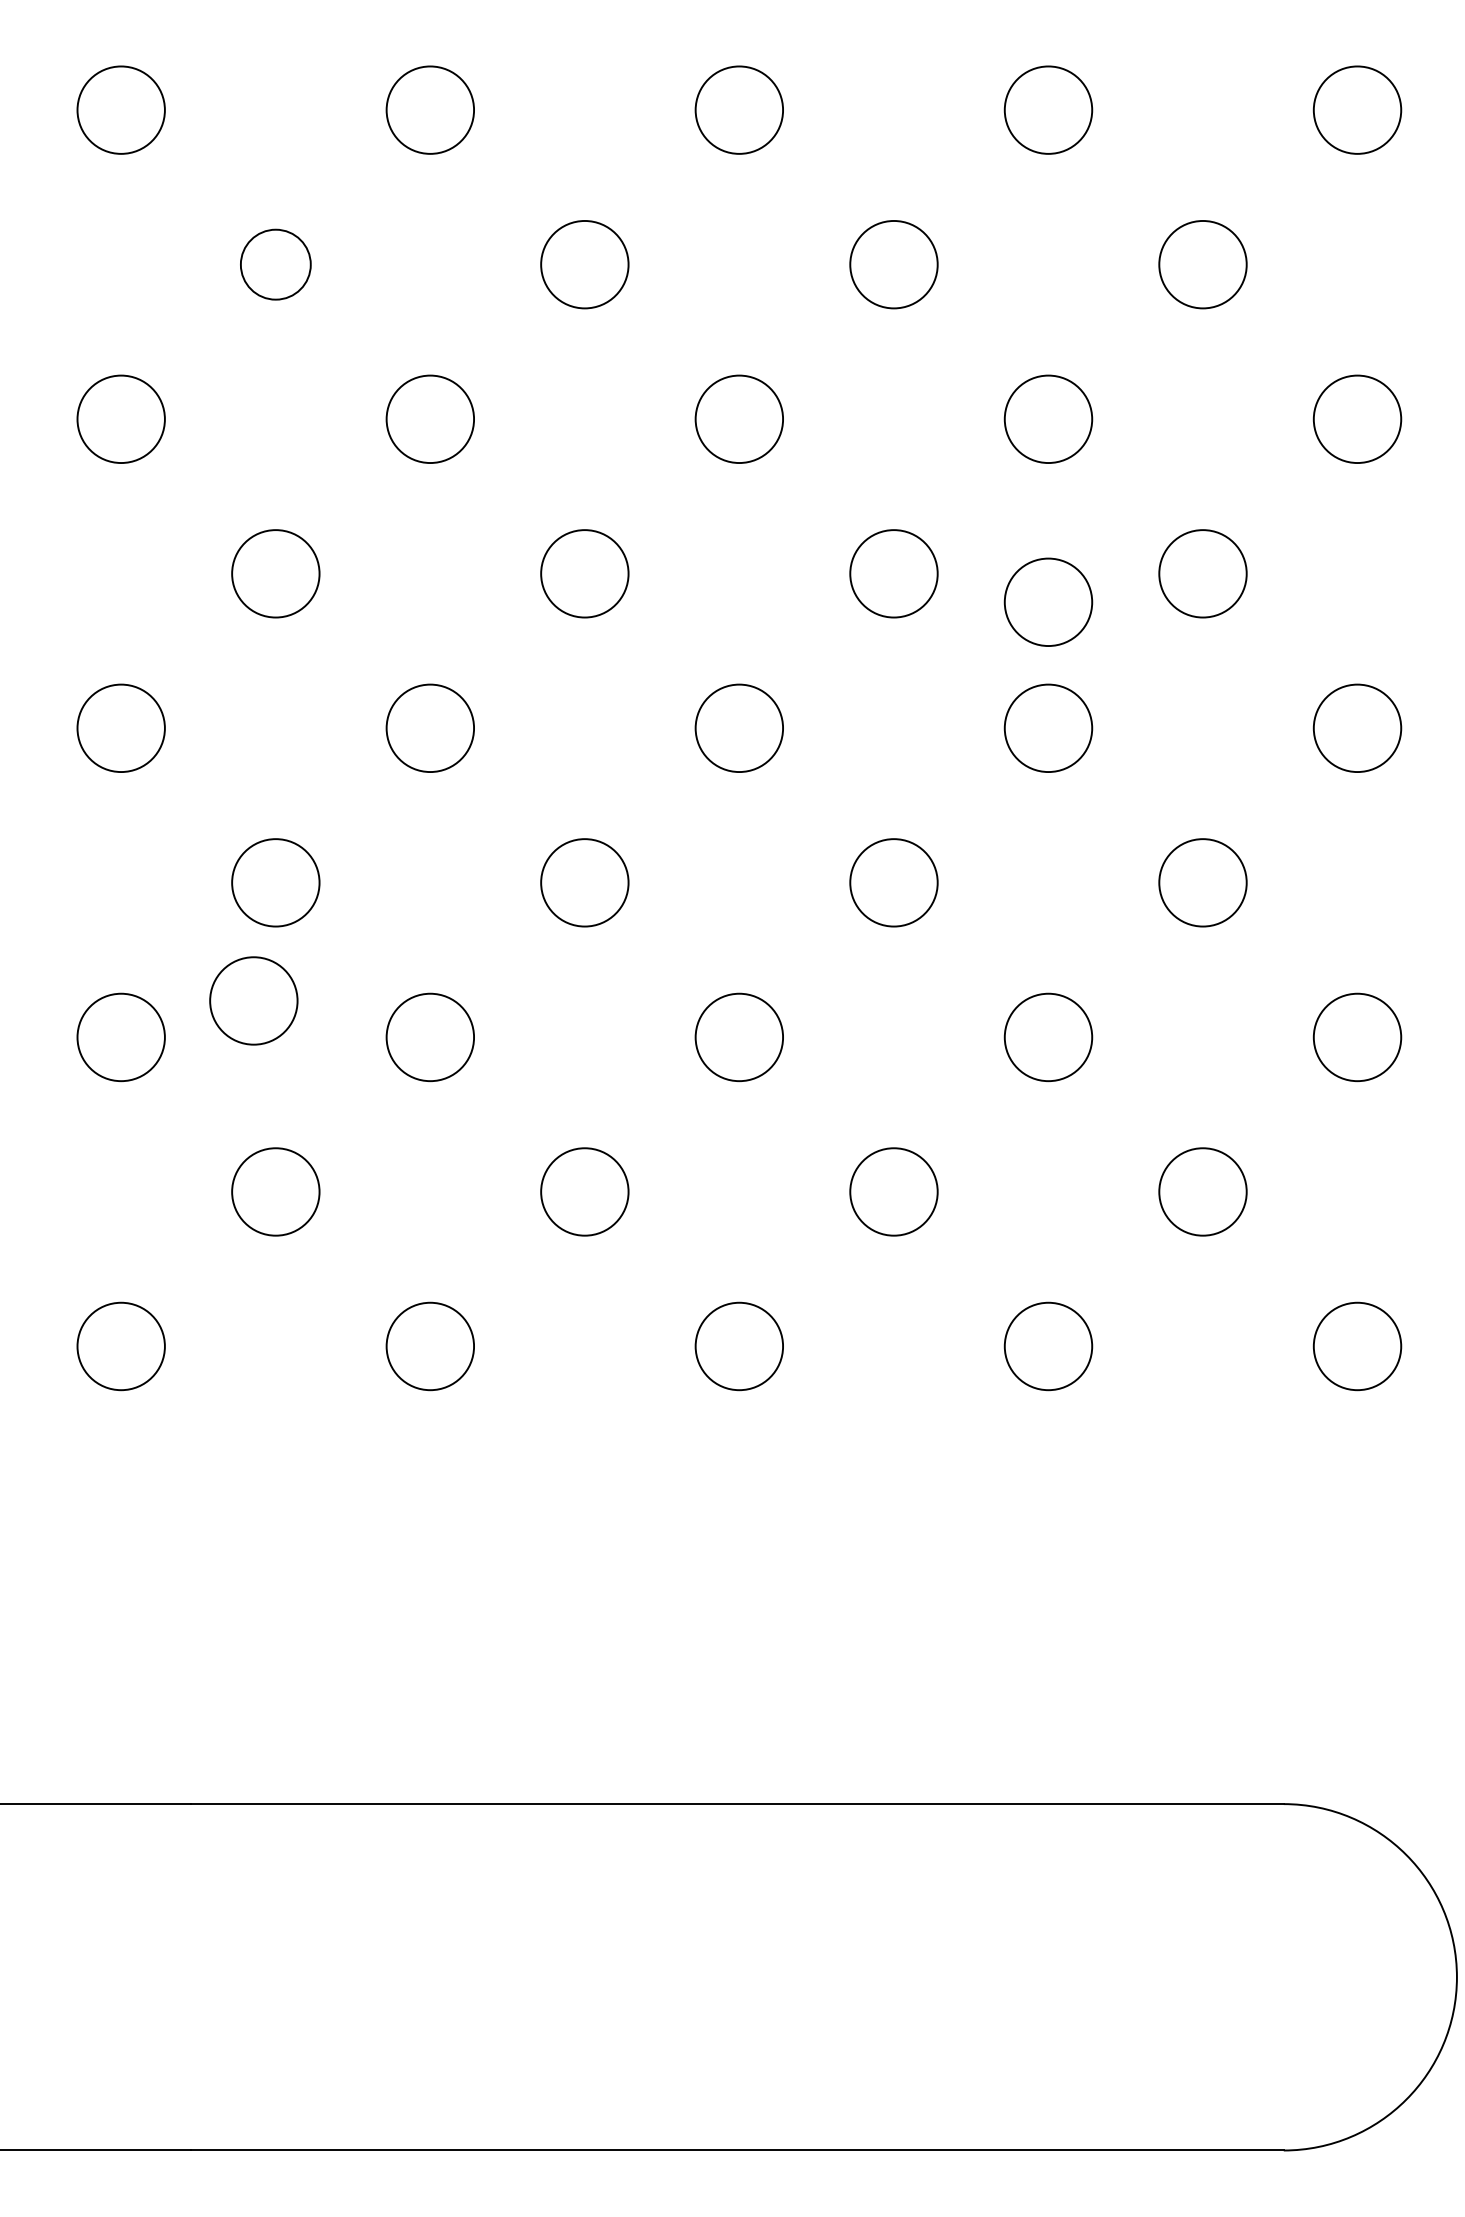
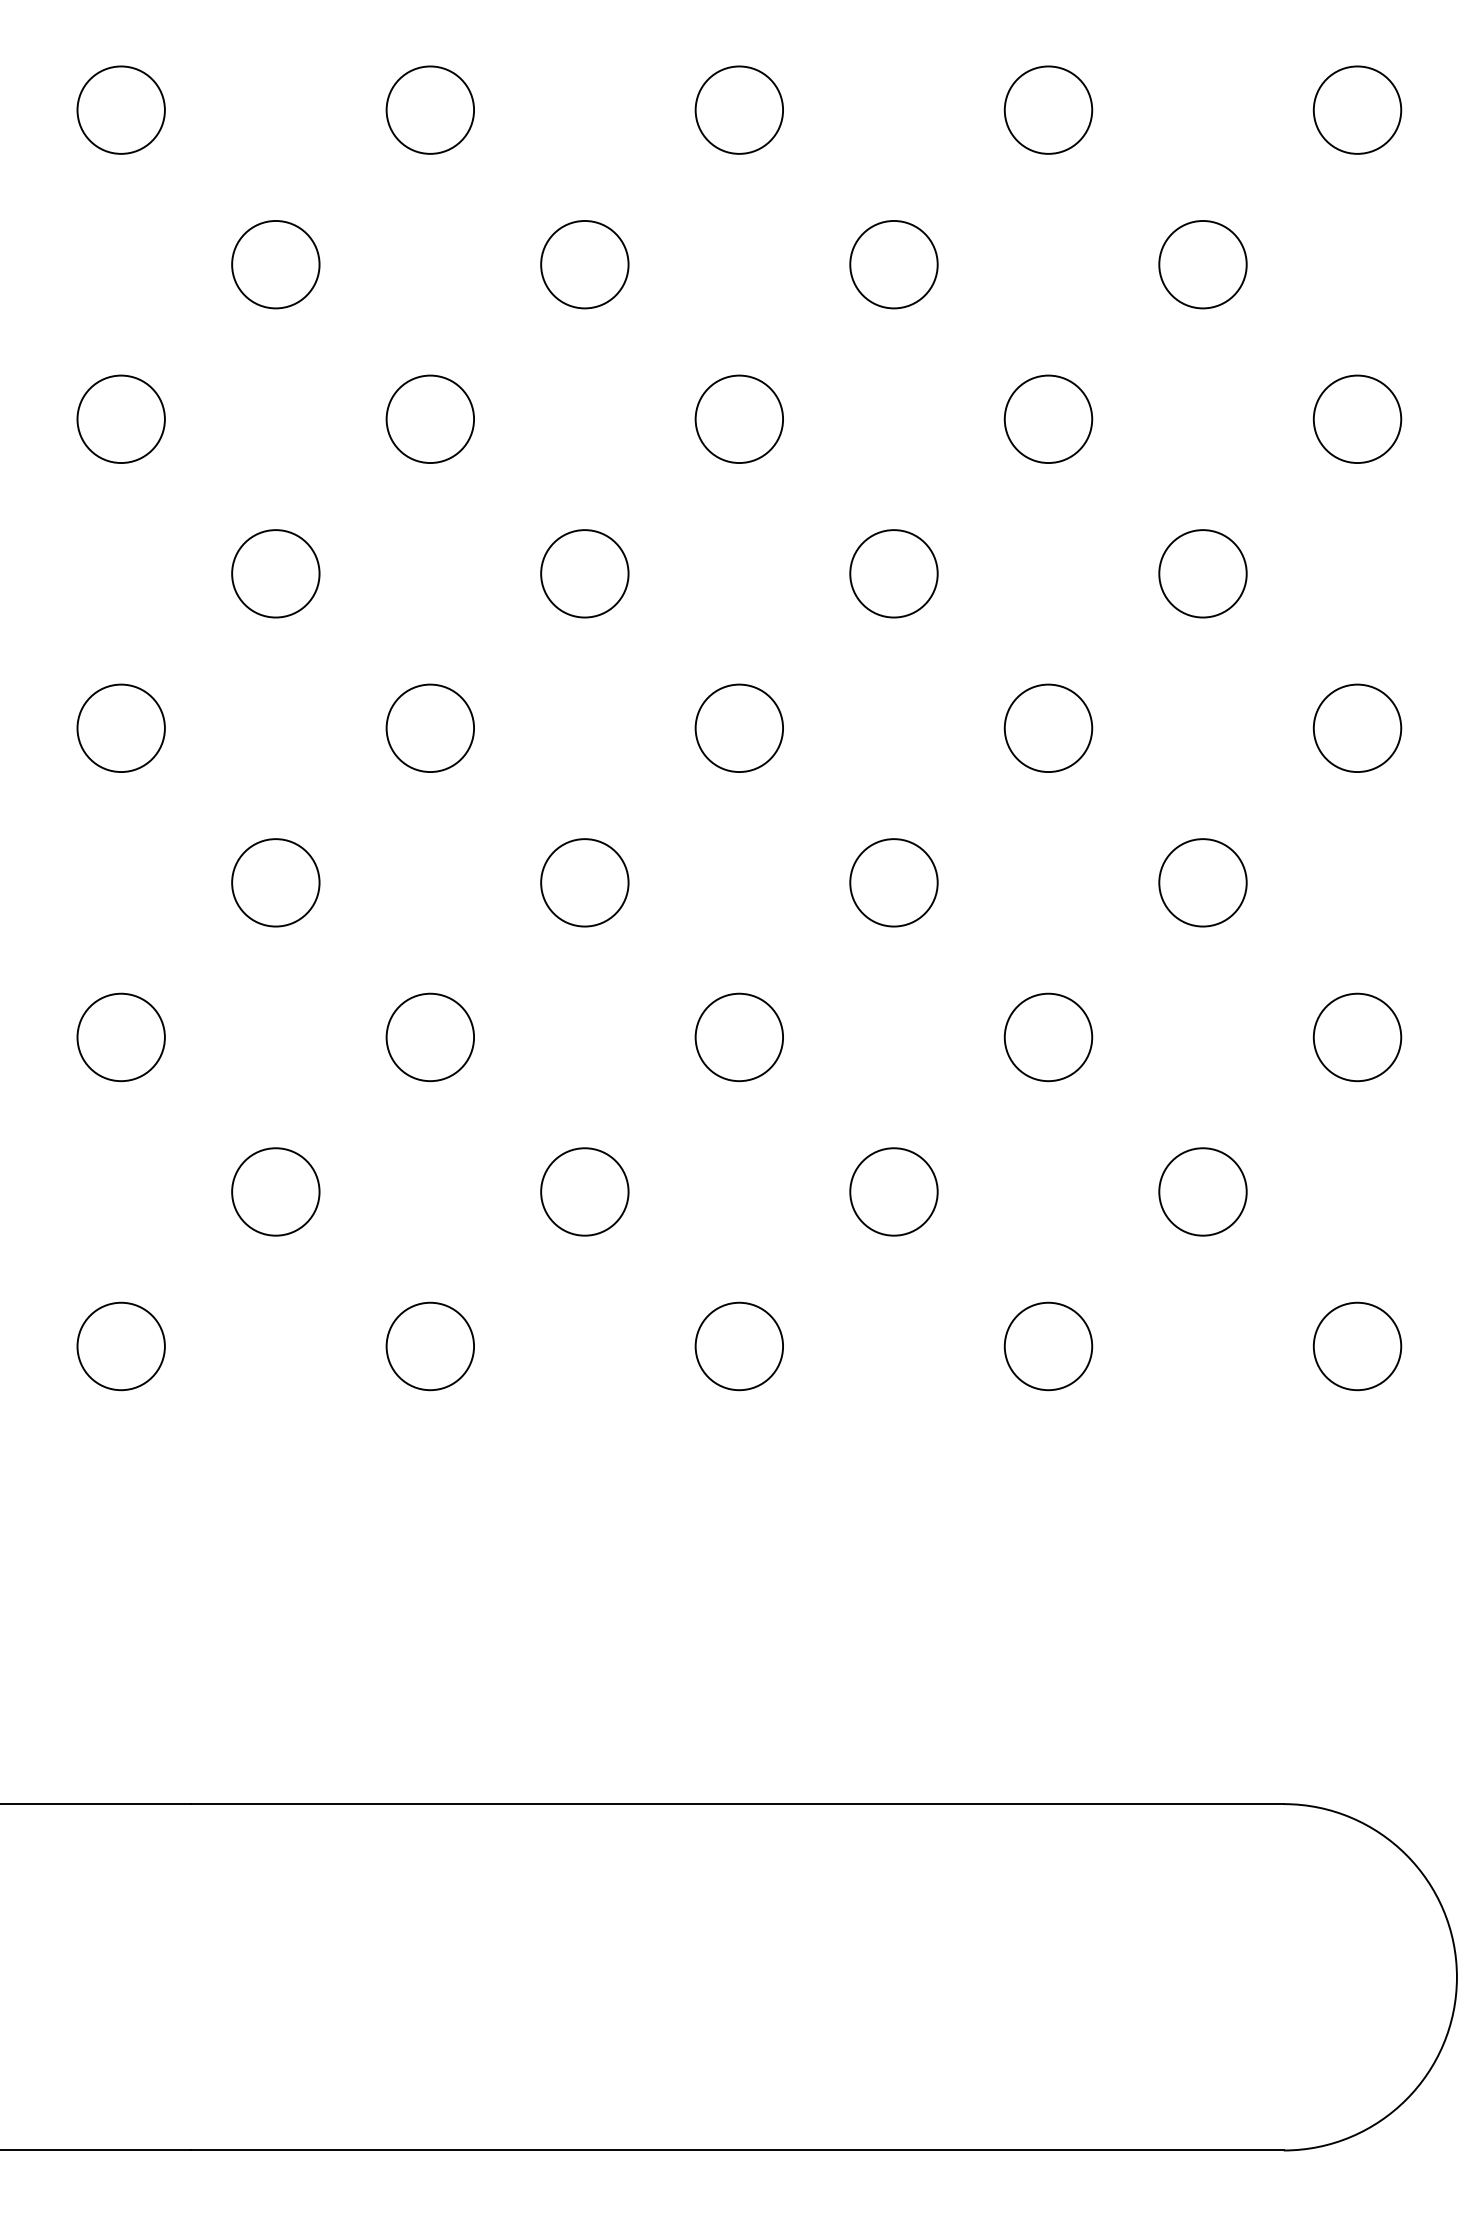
circle at (275, 264) diameter: 70 px -> 87 px
circle at (1048, 601): present -> none
circle at (253, 1000): present -> none
